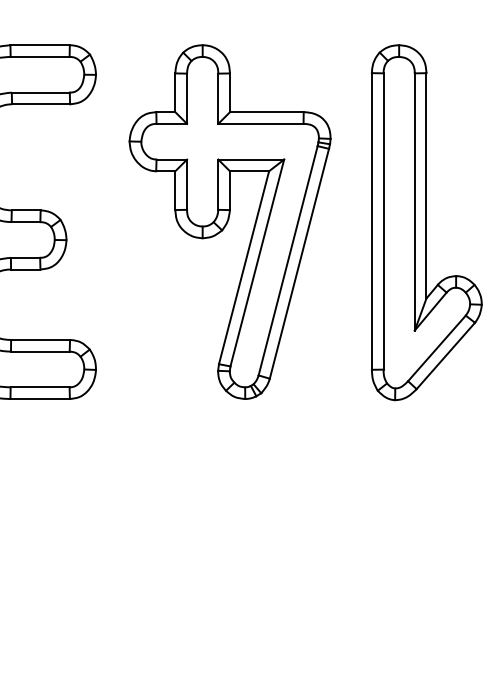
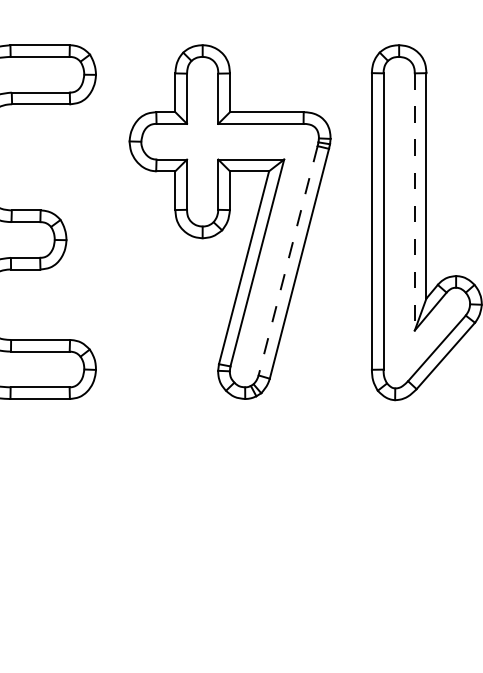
line at (414, 201): solid -> dashed
line at (288, 261): solid -> dashed
